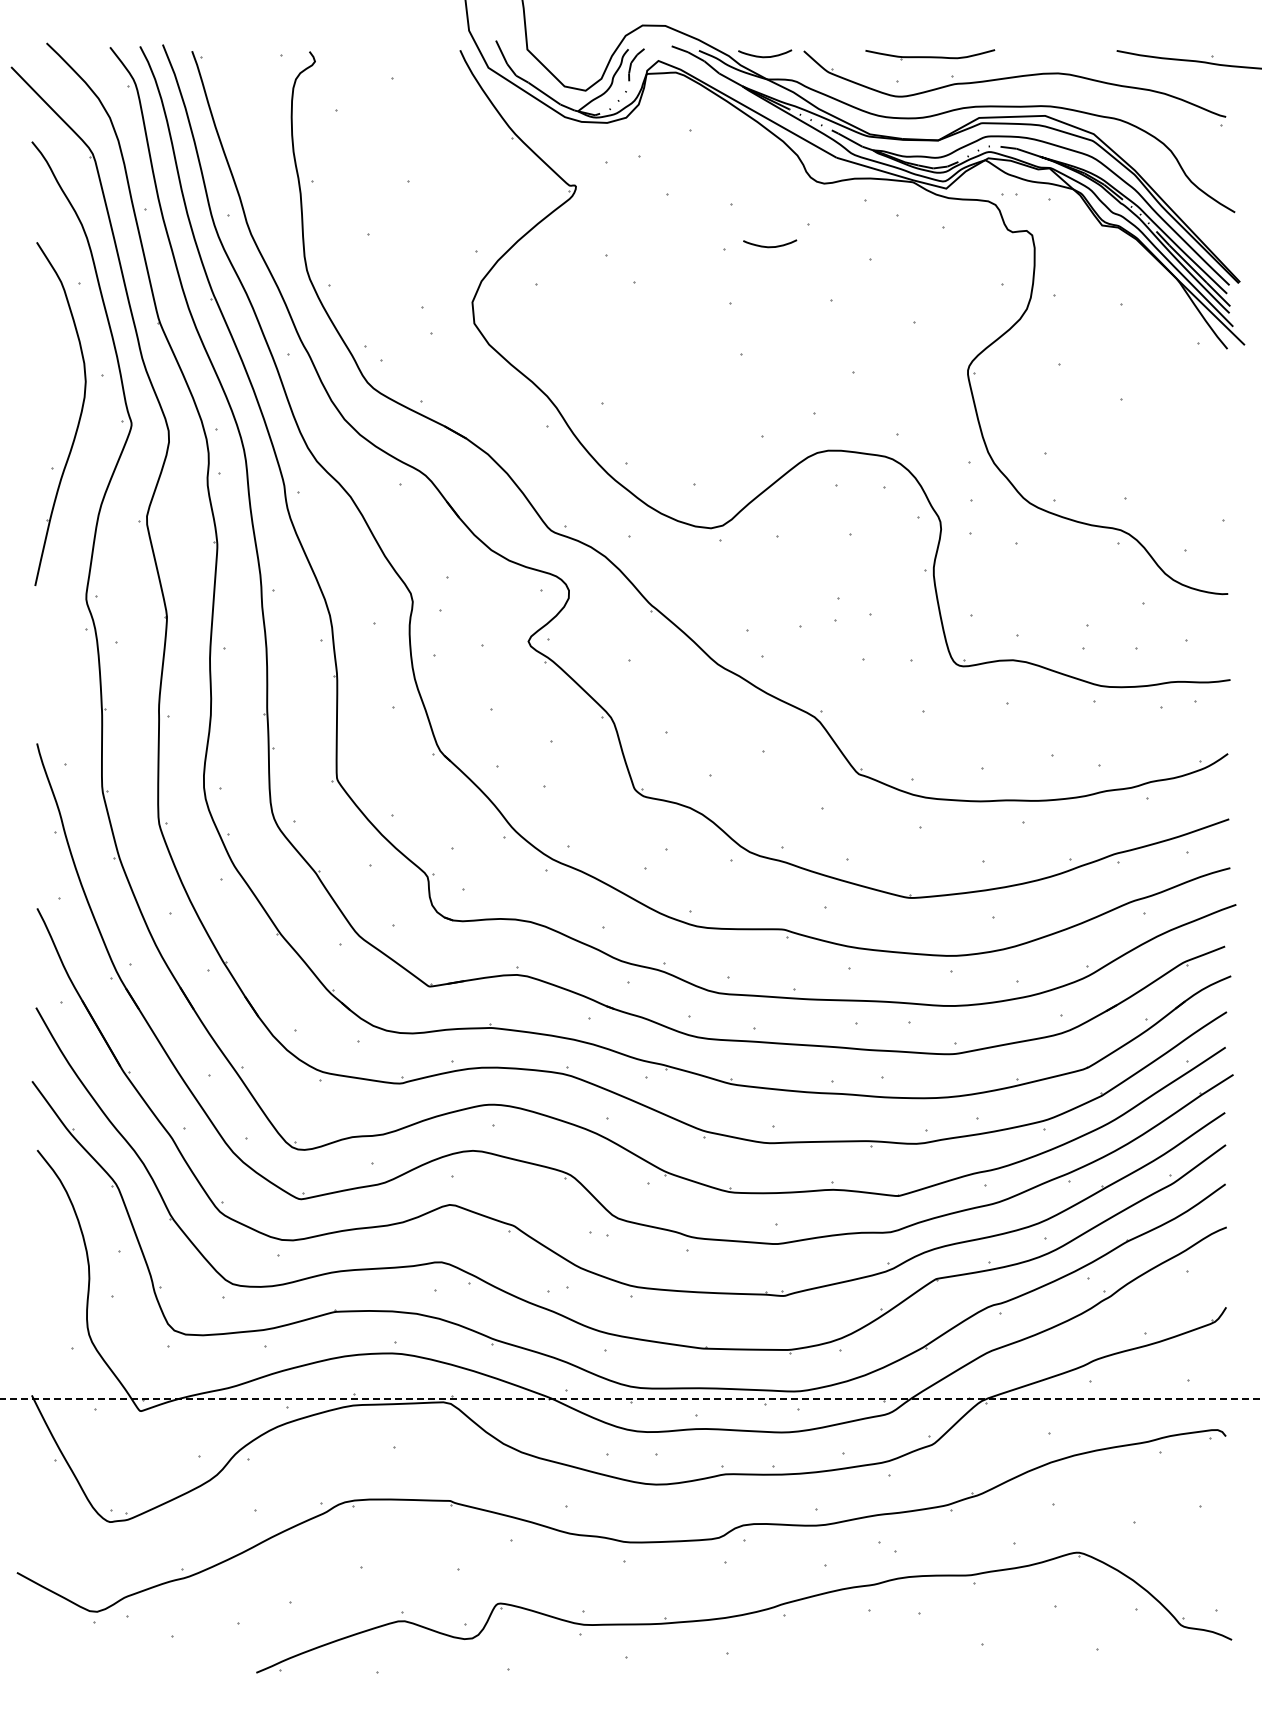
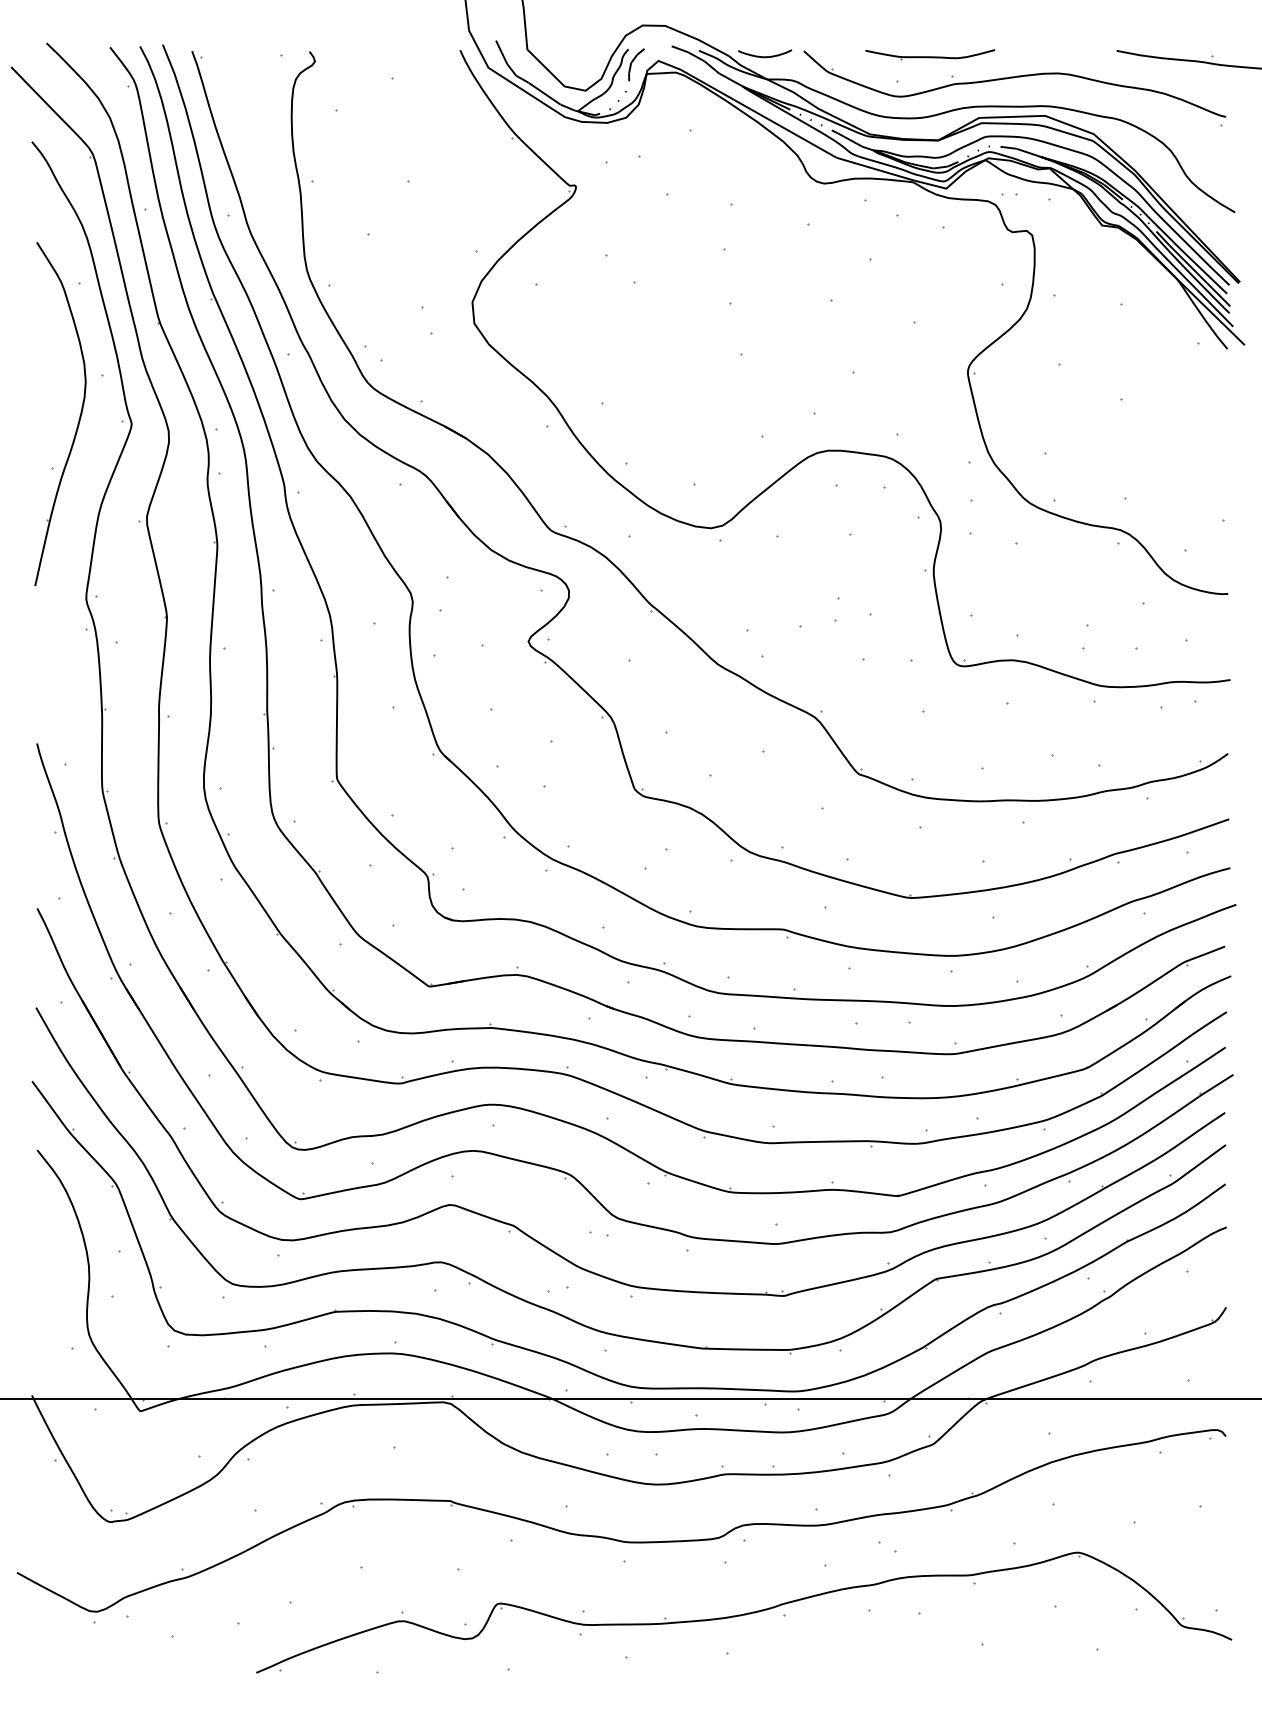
curve at (770, 246): present -> none
line at (631, 1398): dashed -> solid
